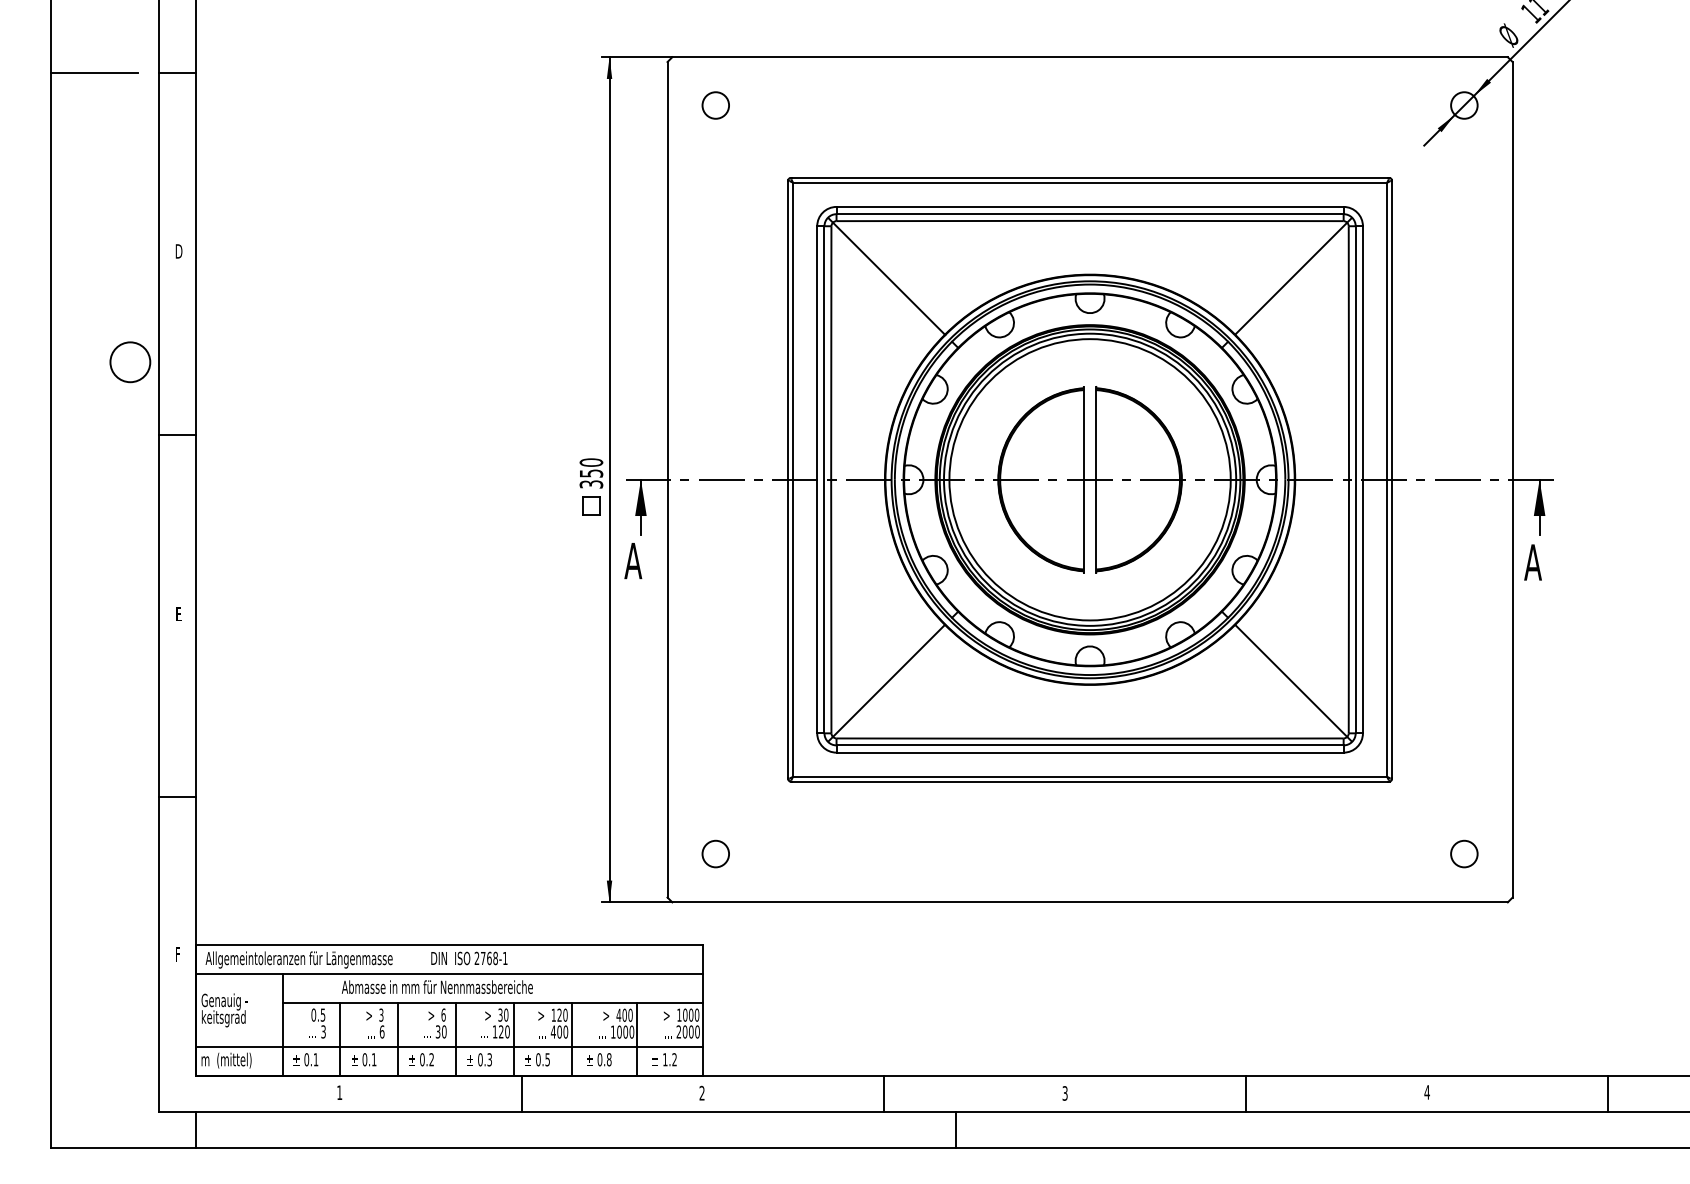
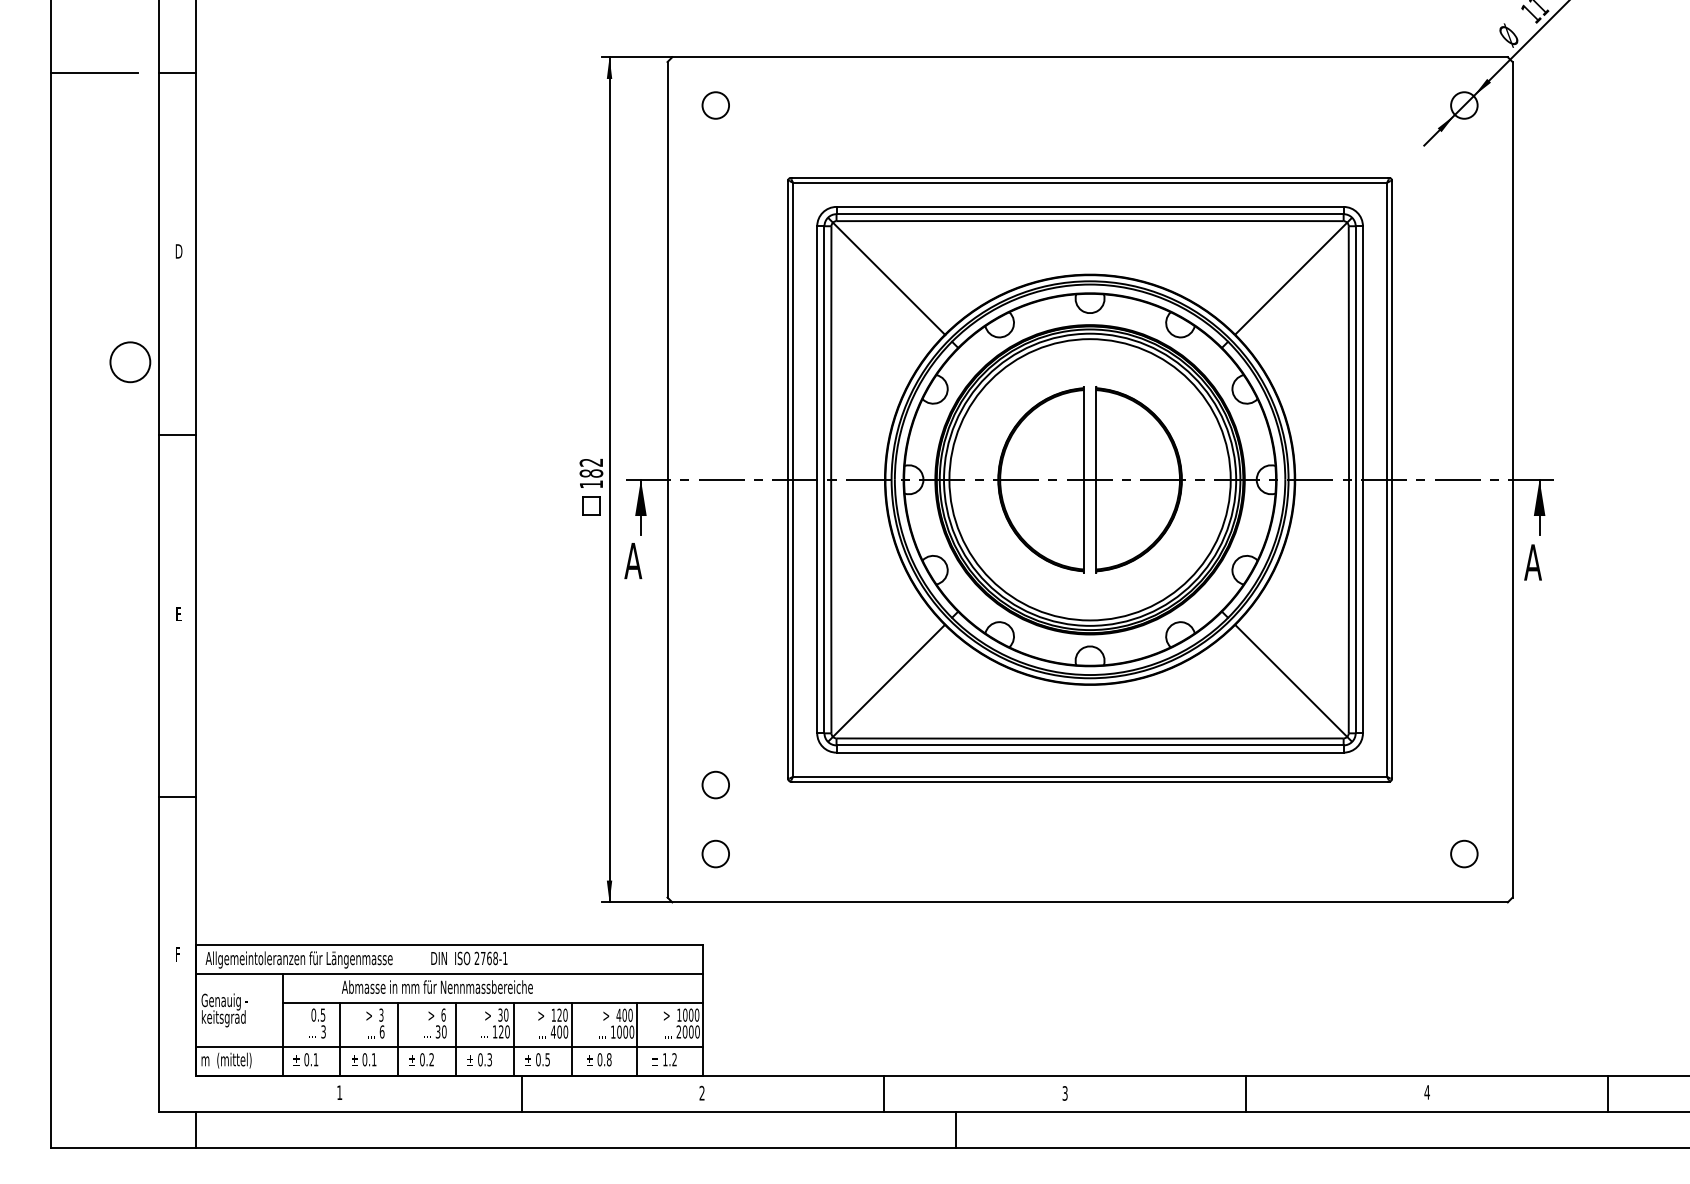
text at (591, 473): 350 -> 182
circle at (715, 784): none -> present
